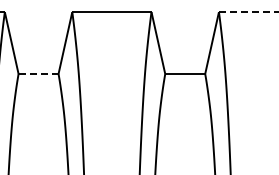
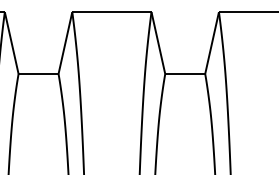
line at (248, 12): dashed -> solid
line at (38, 74): dashed -> solid
